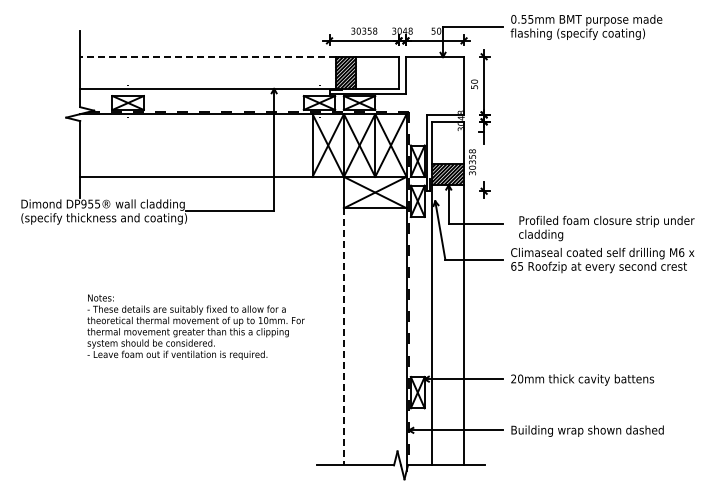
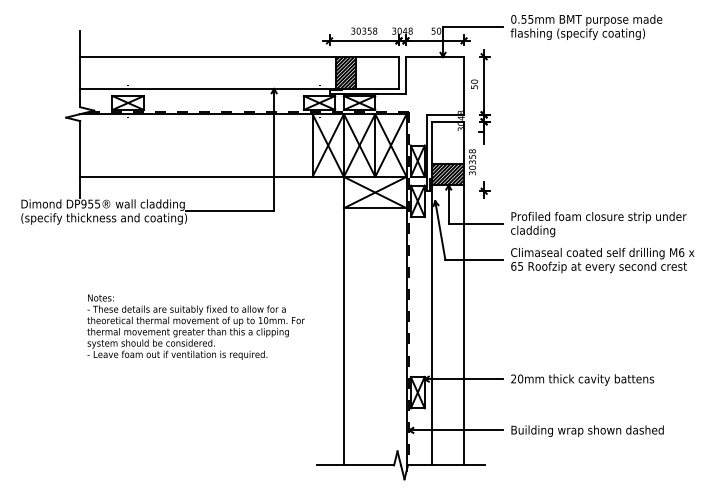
line at (207, 56): dashed -> solid
text at (606, 228) position: (606, 228) -> (598, 224)
line at (343, 336): dashed -> solid
